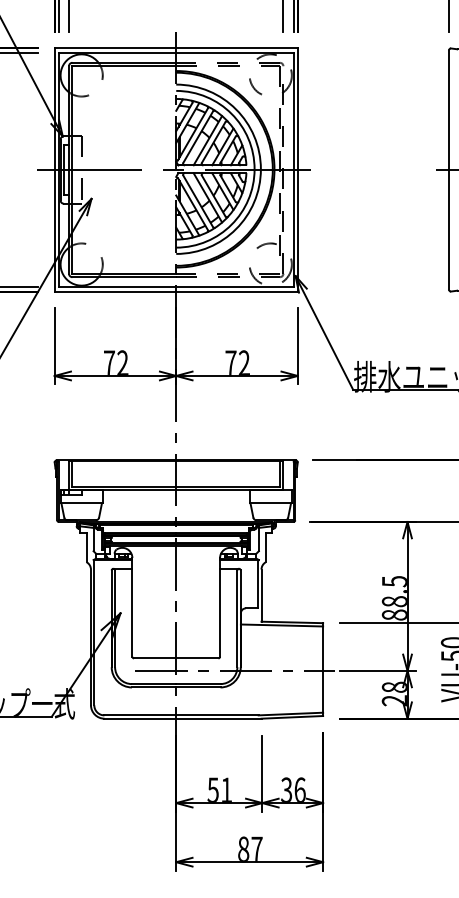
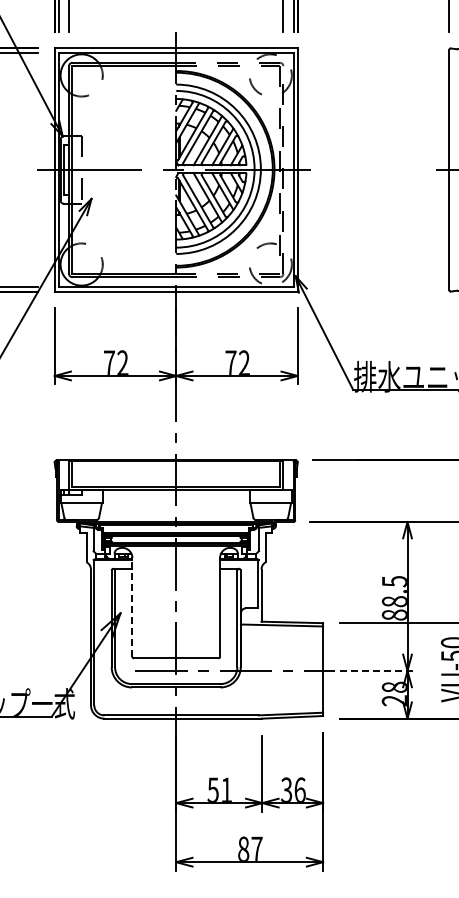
line at (132, 606): solid -> dashed
line at (377, 670): solid -> dashed
